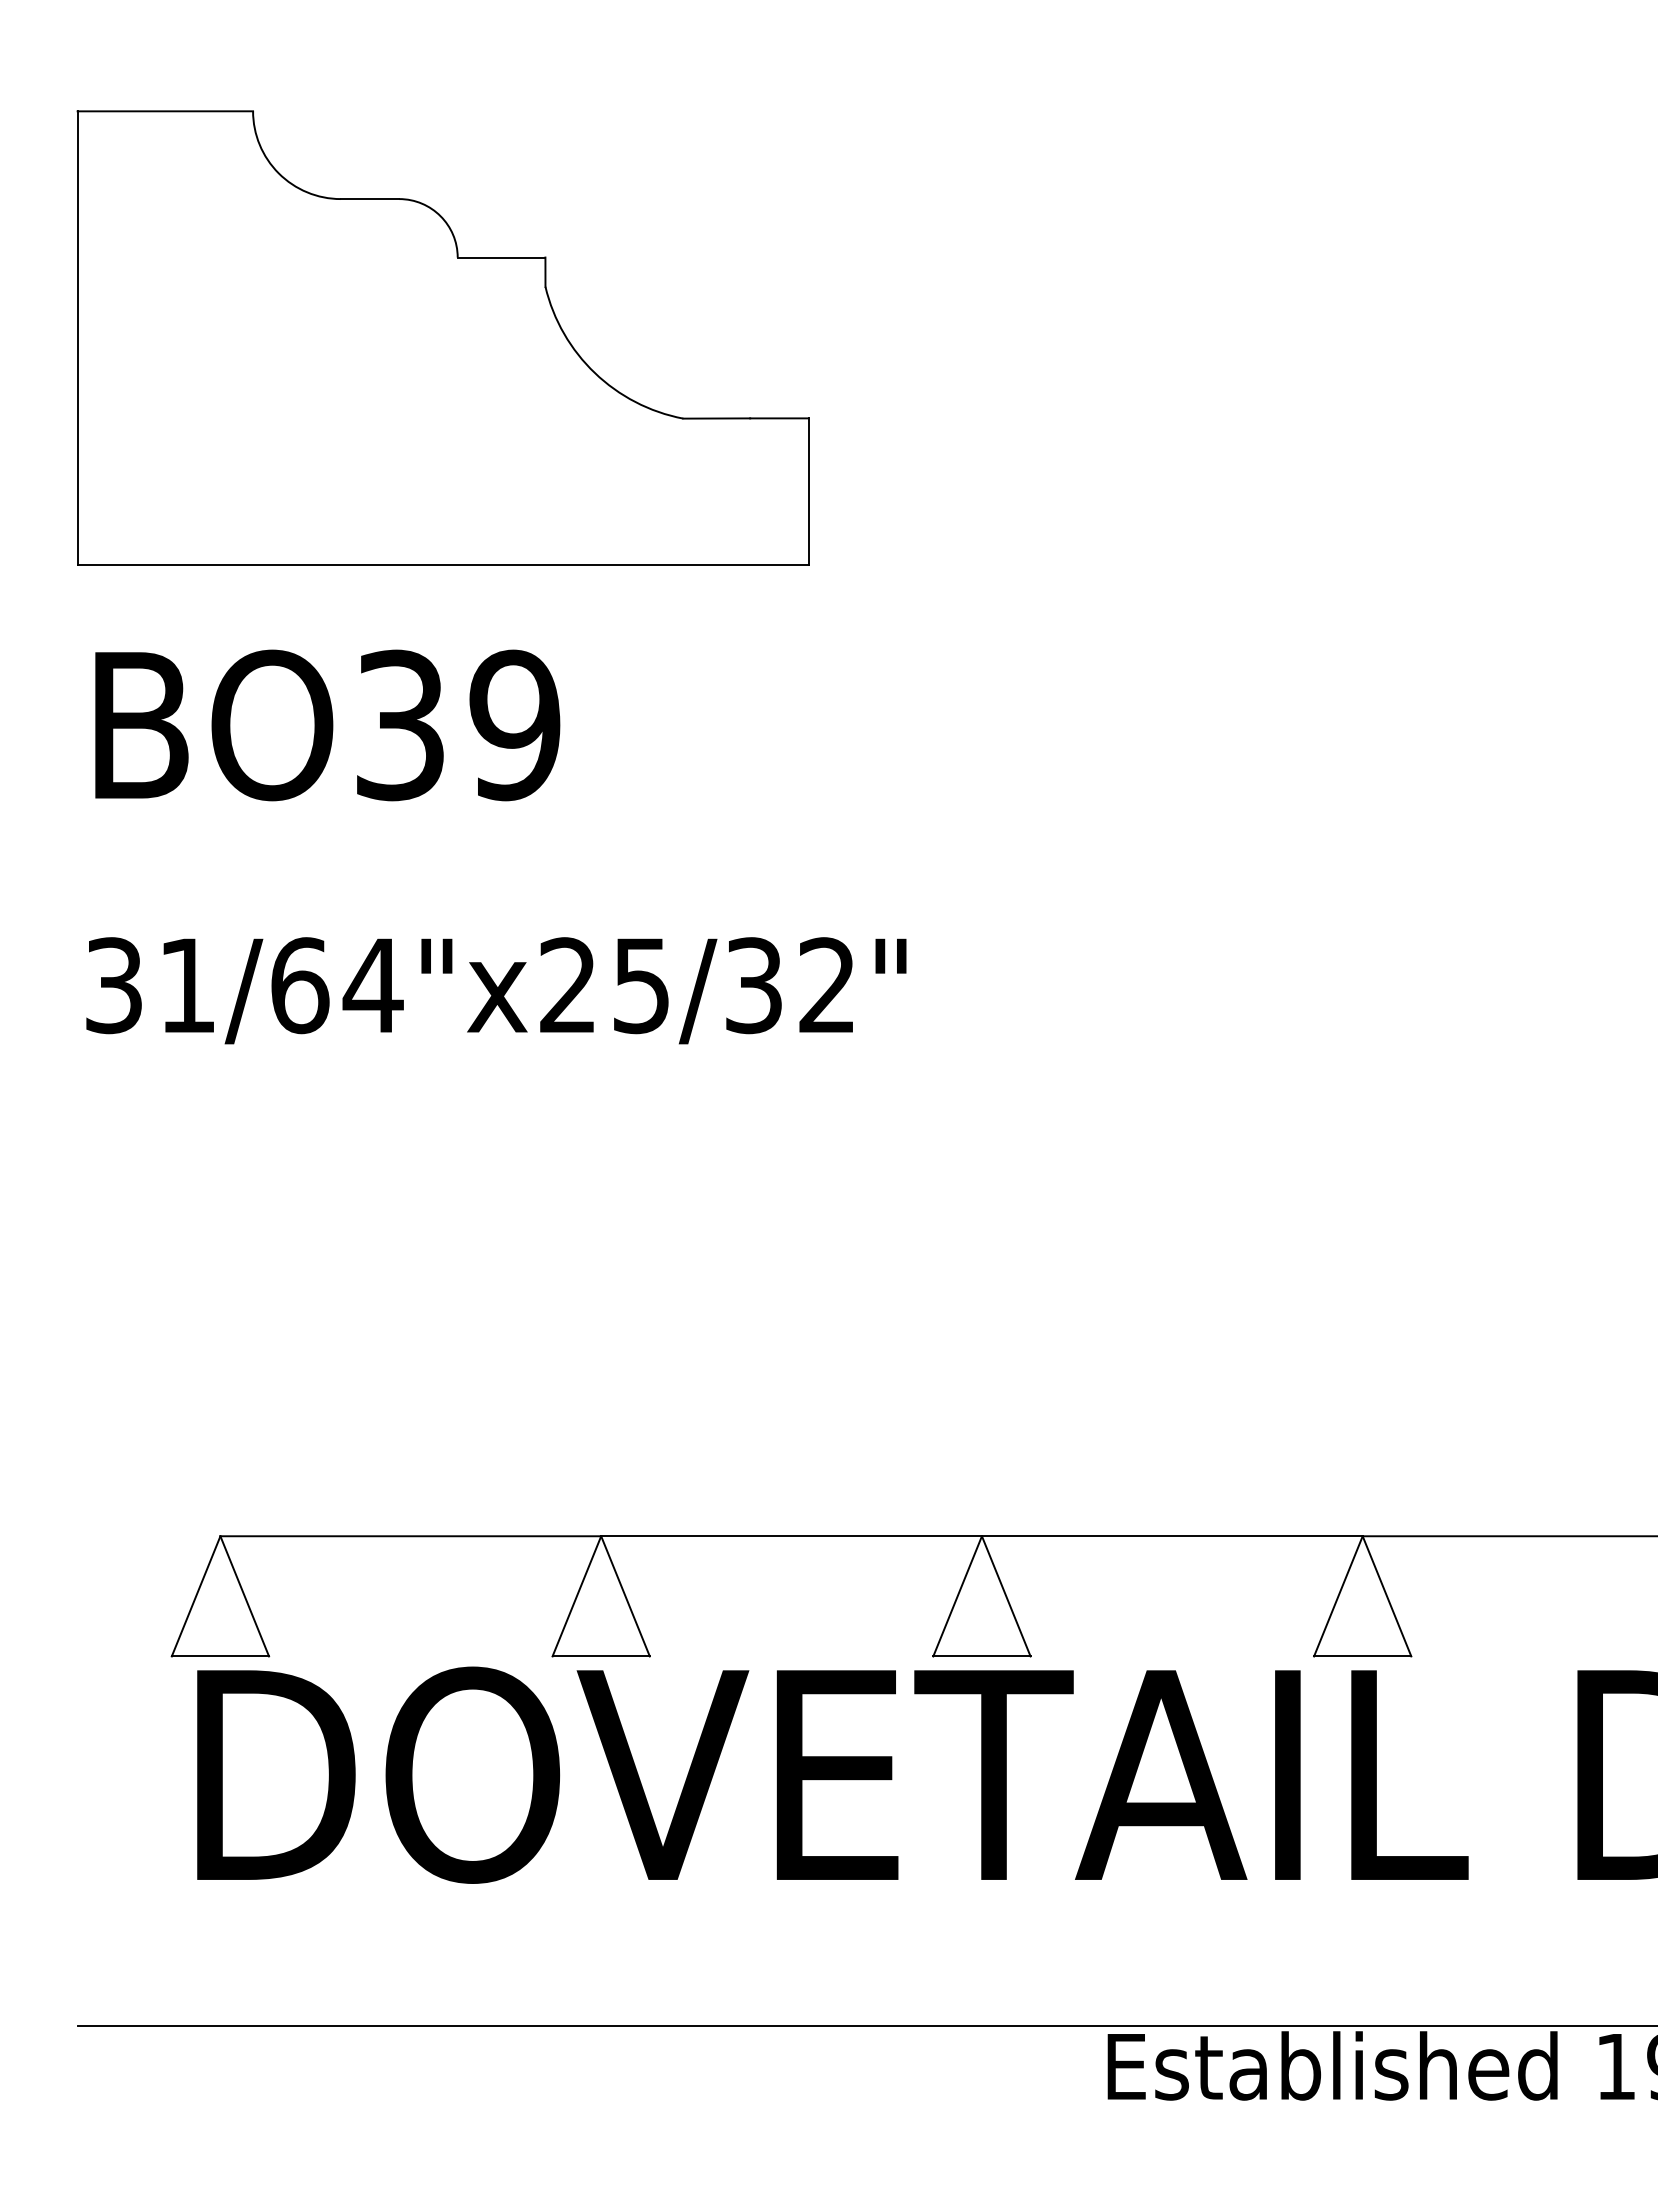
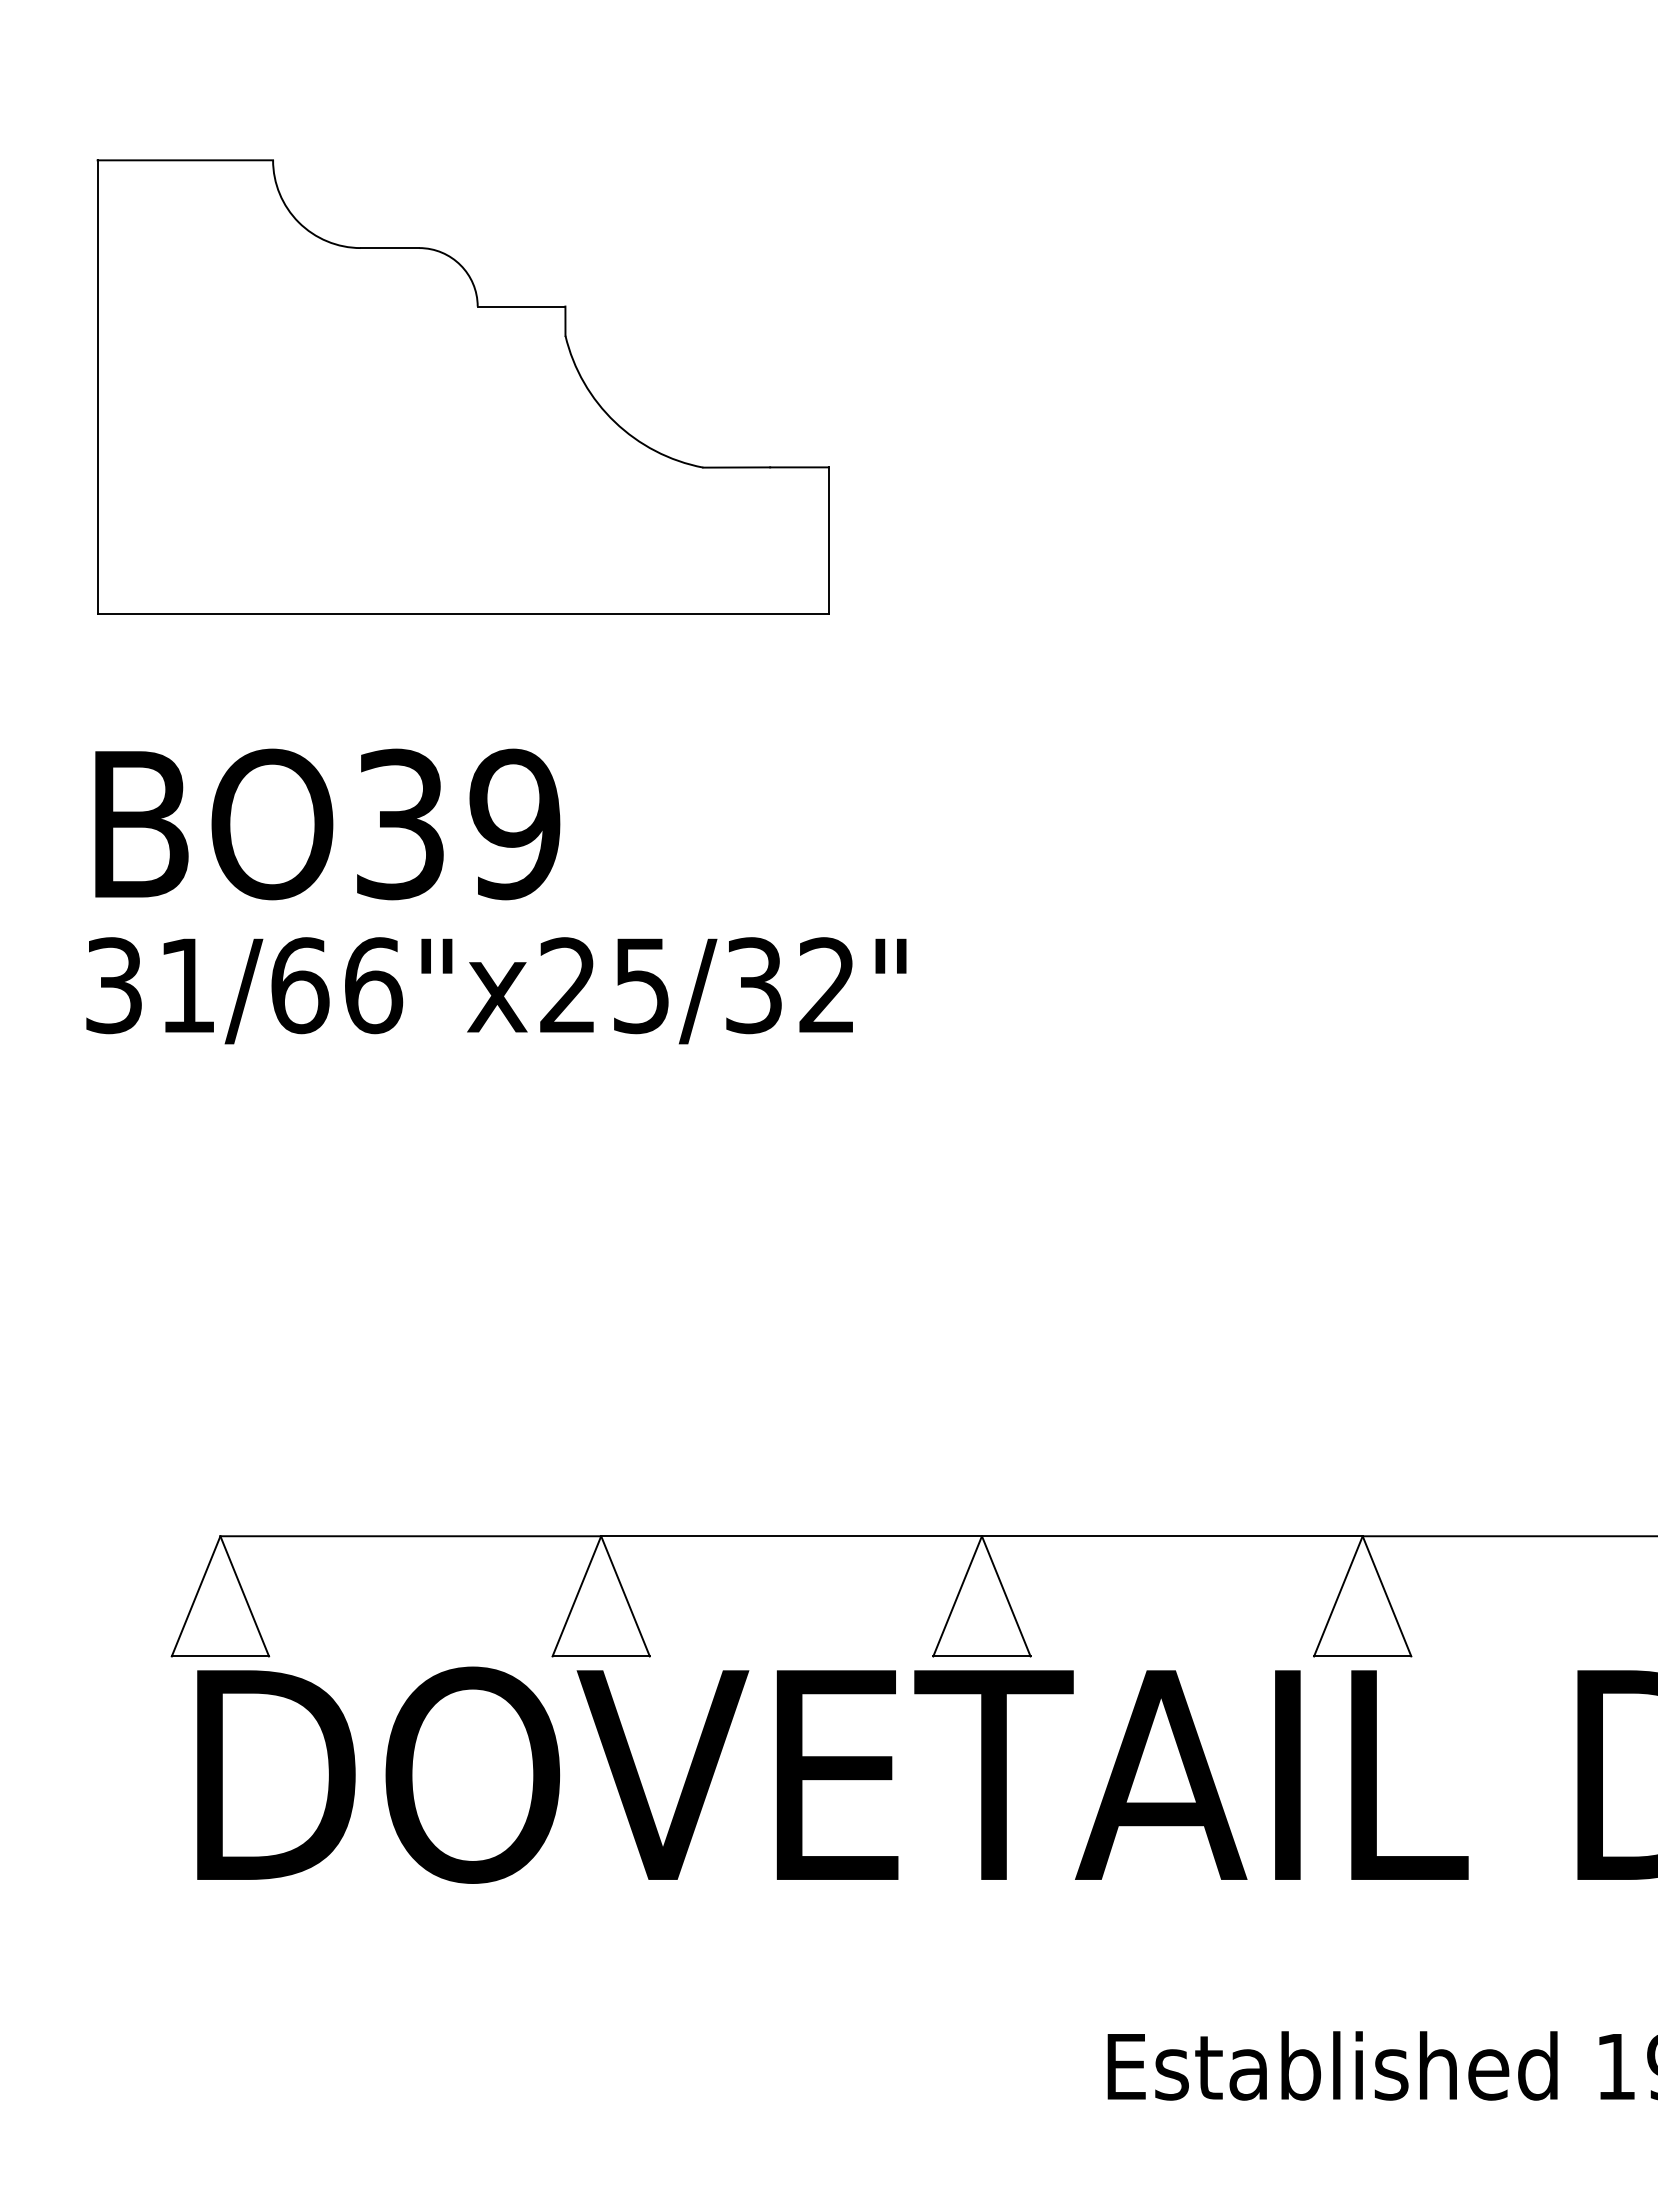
part at (442, 337) position: (442, 337) -> (462, 386)
text at (327, 725) position: (327, 725) -> (327, 824)
text at (372, 985): 31/64"x25/32" -> 31/66"x25/32"
line at (865, 2025): present -> none
